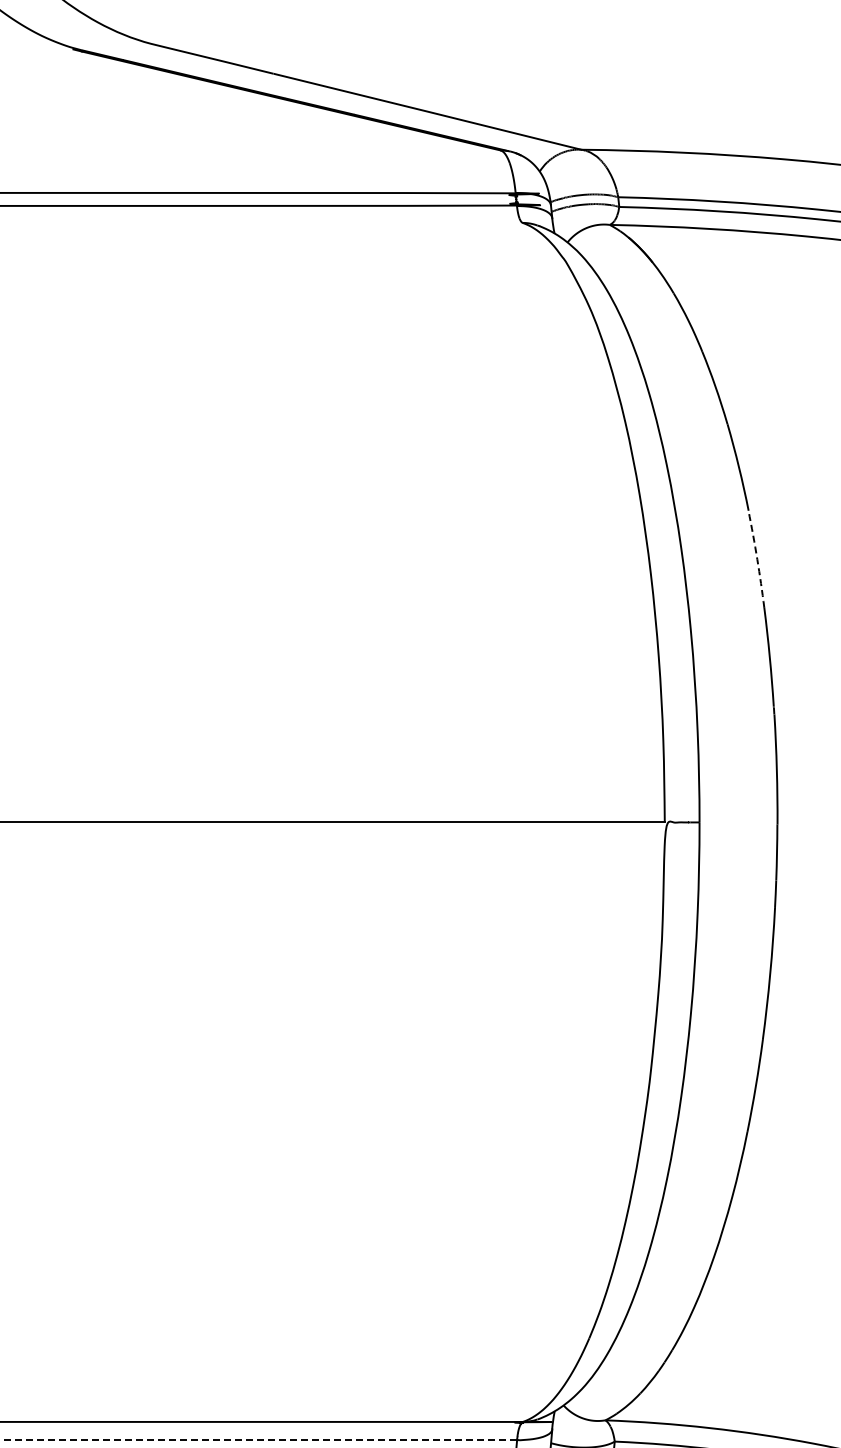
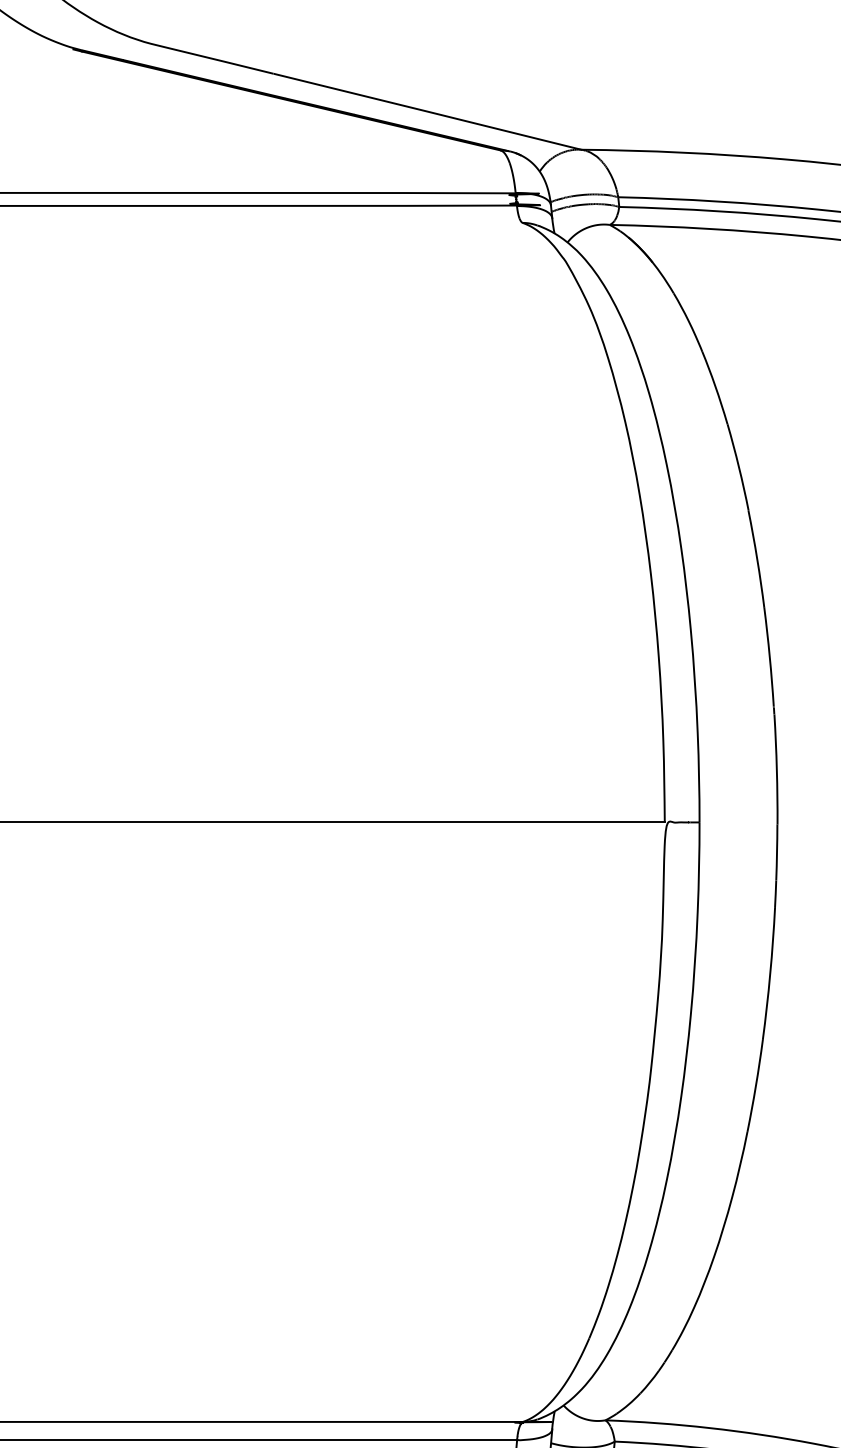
arc at (757, 559): dashed -> solid
line at (258, 1440): dashed -> solid
